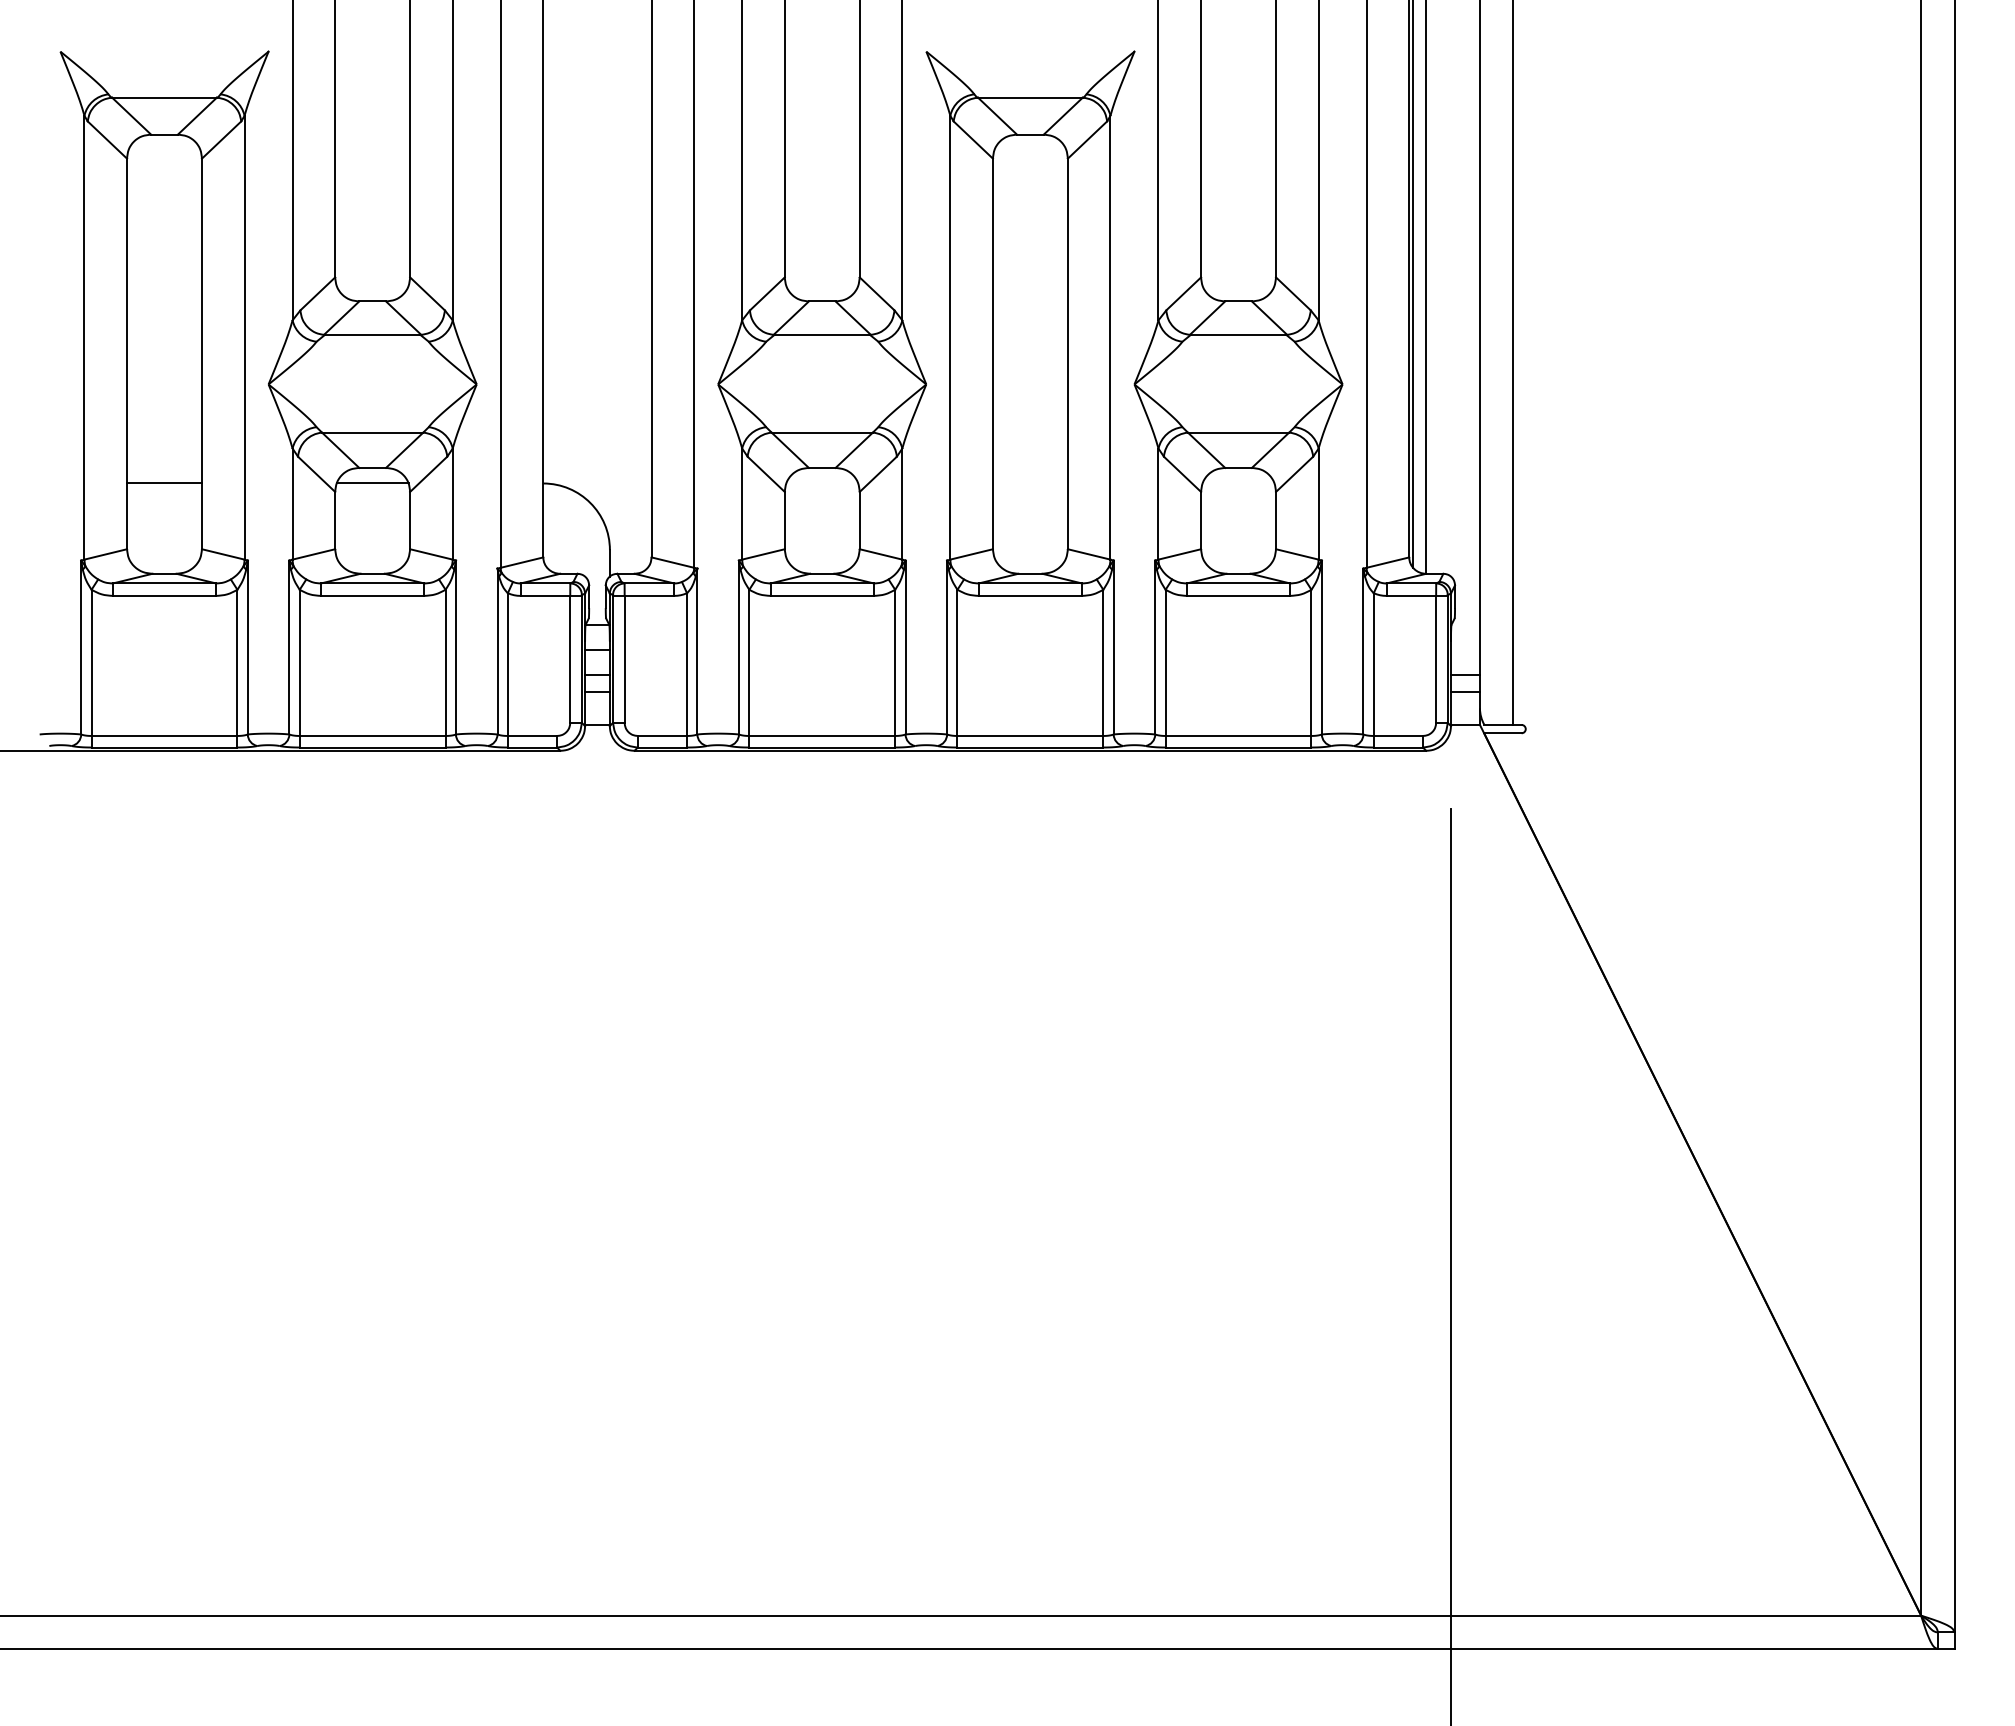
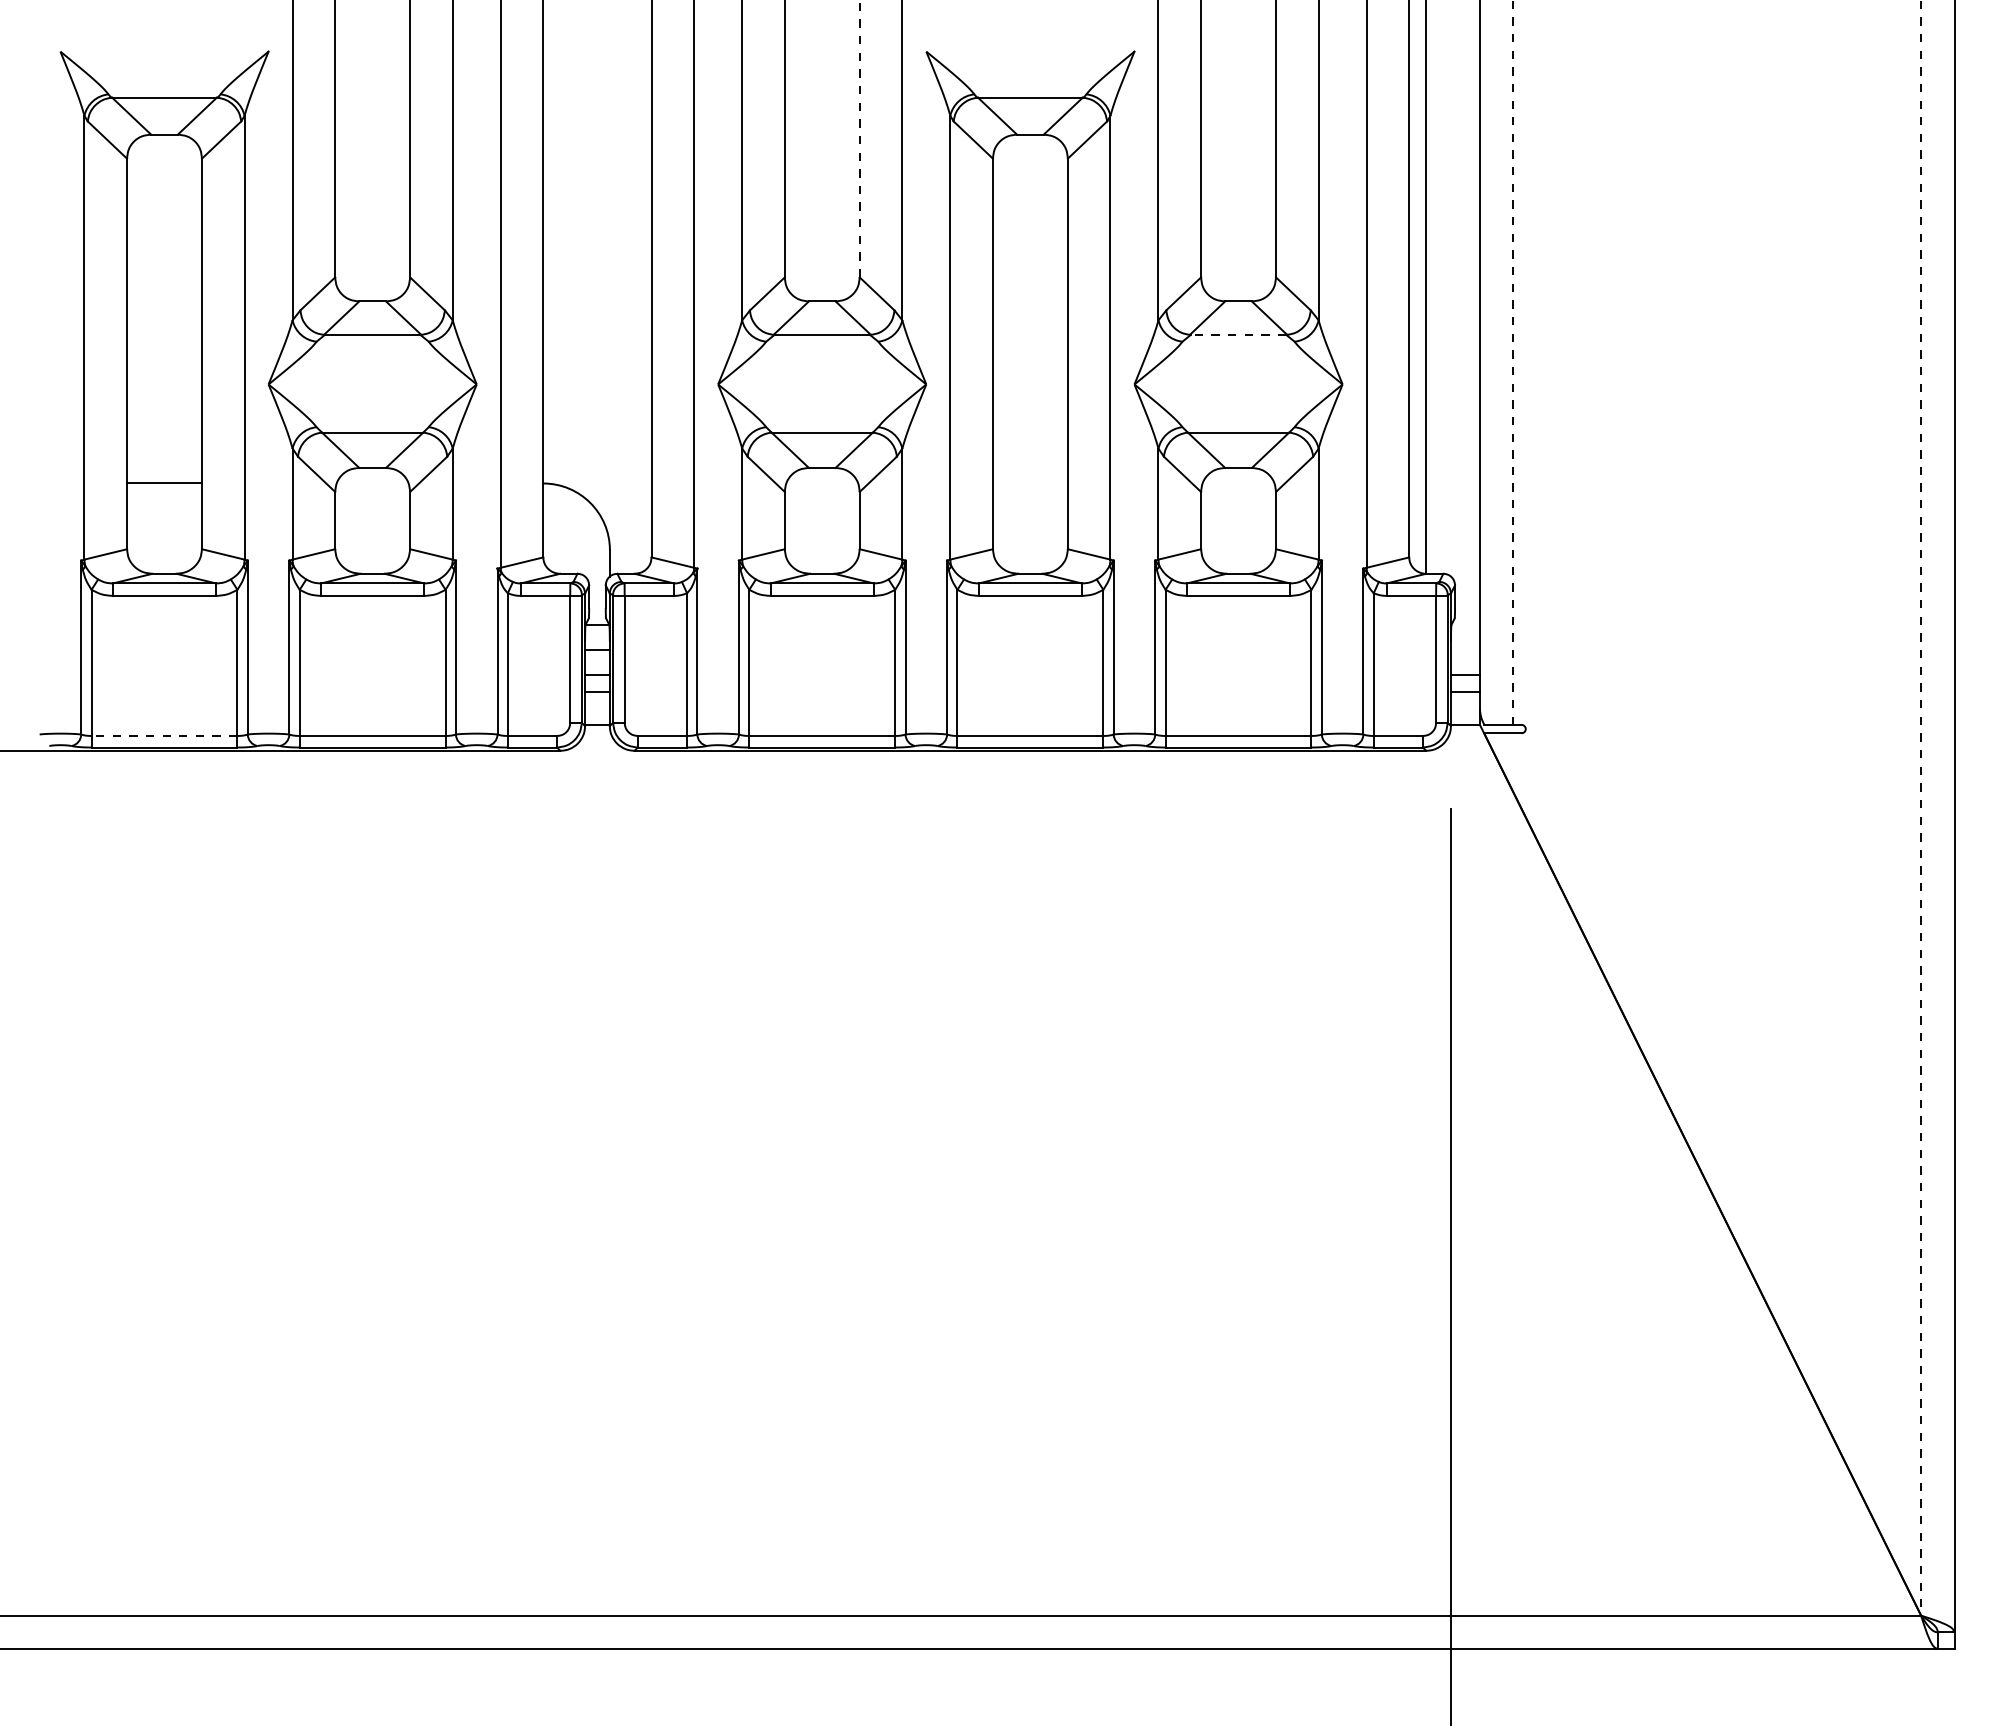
line at (859, 138): solid -> dashed
line at (1413, 285): present -> none
line at (1238, 334): solid -> dashed
line at (1513, 362): solid -> dashed
line at (372, 483): present -> none
line at (164, 735): solid -> dashed
line at (1921, 808): solid -> dashed
